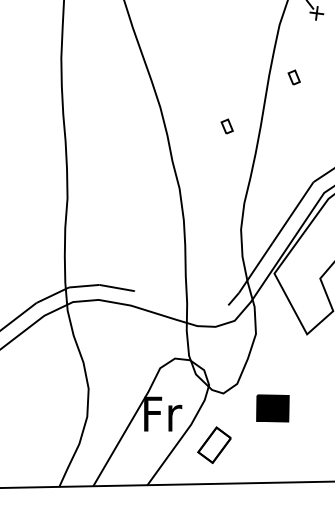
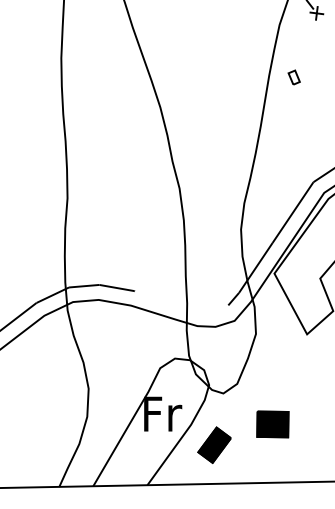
part at (226, 126): present -> none
part at (272, 408) position: (272, 408) -> (272, 424)
fill at (214, 444): none -> present
